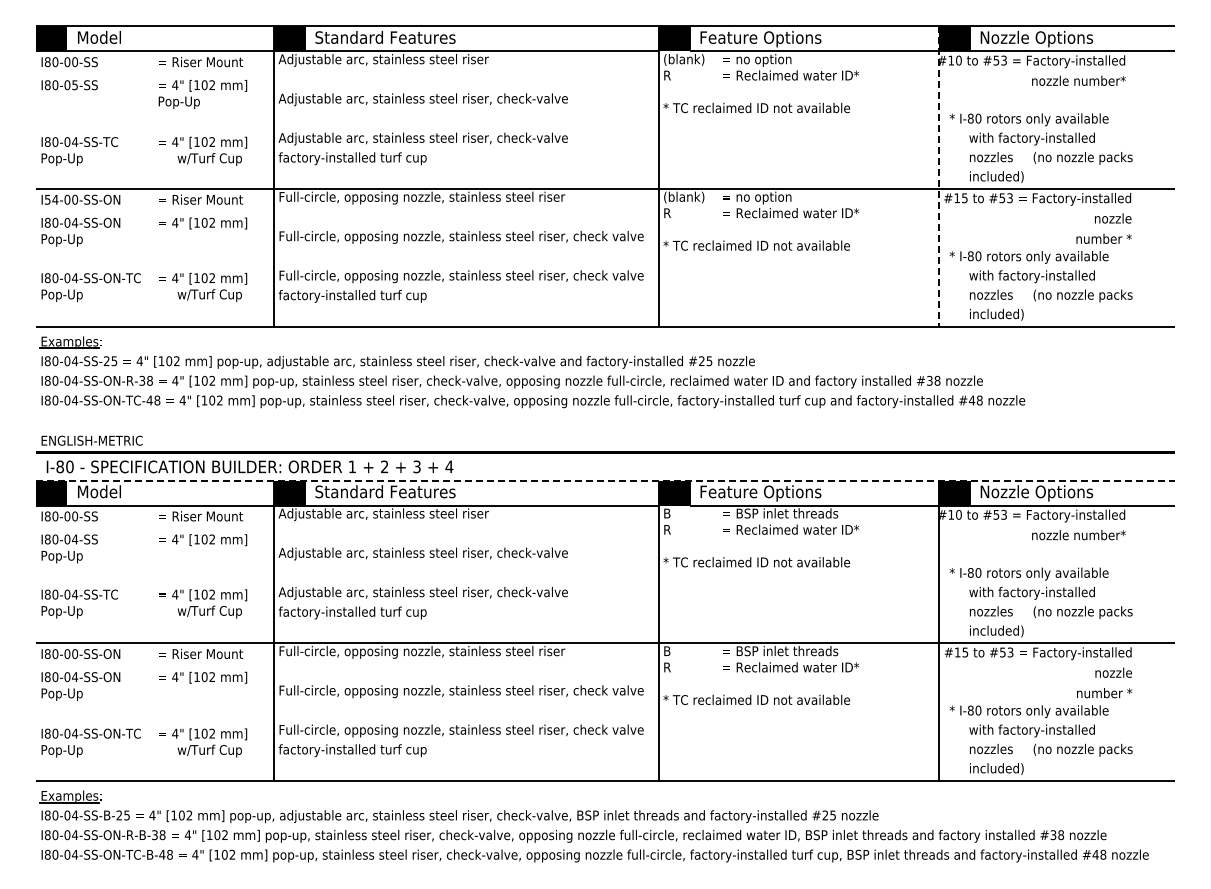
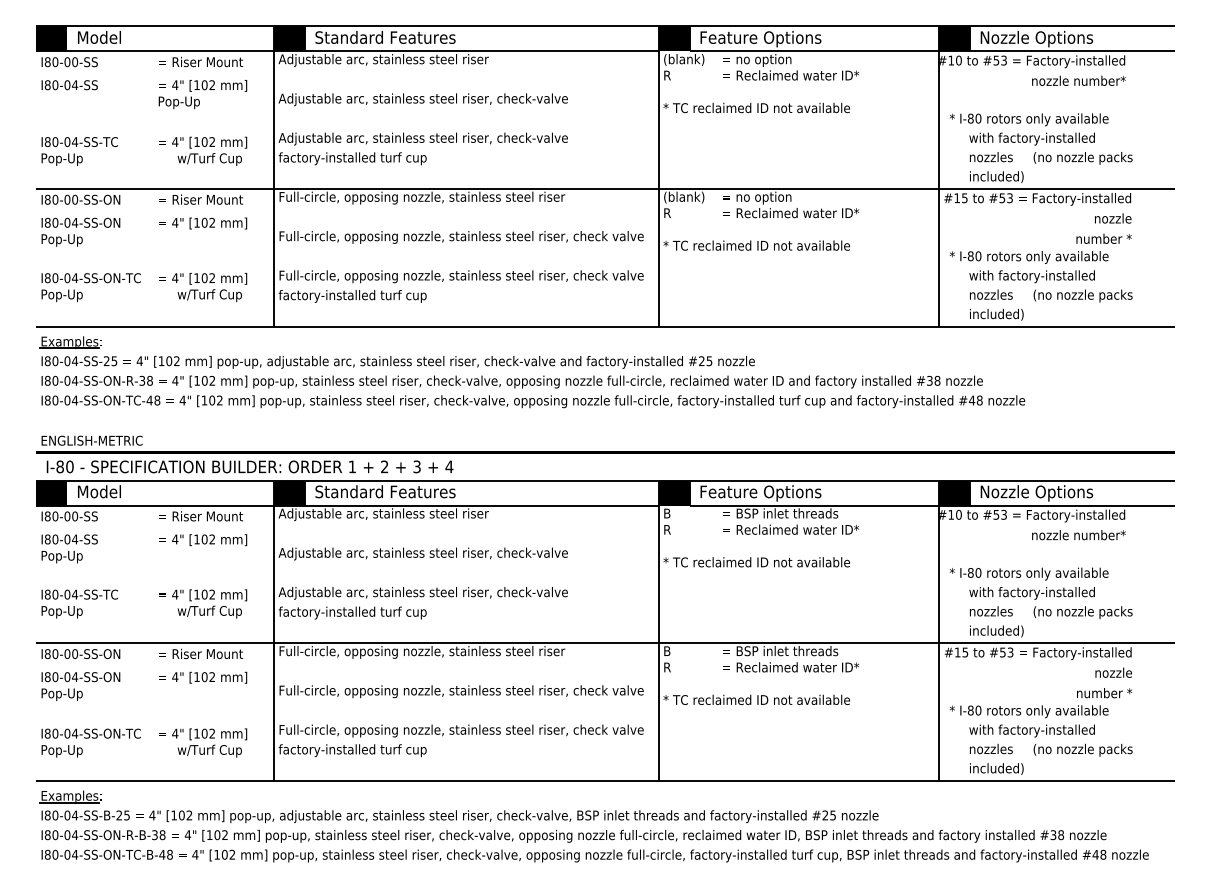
text at (75, 85): I80-05-SS -> I80-04-SS
line at (939, 177): dashed -> solid
text at (51, 199): I54-00-SS-ON -> I80-00-SS-ON
line at (605, 480): dashed -> solid
